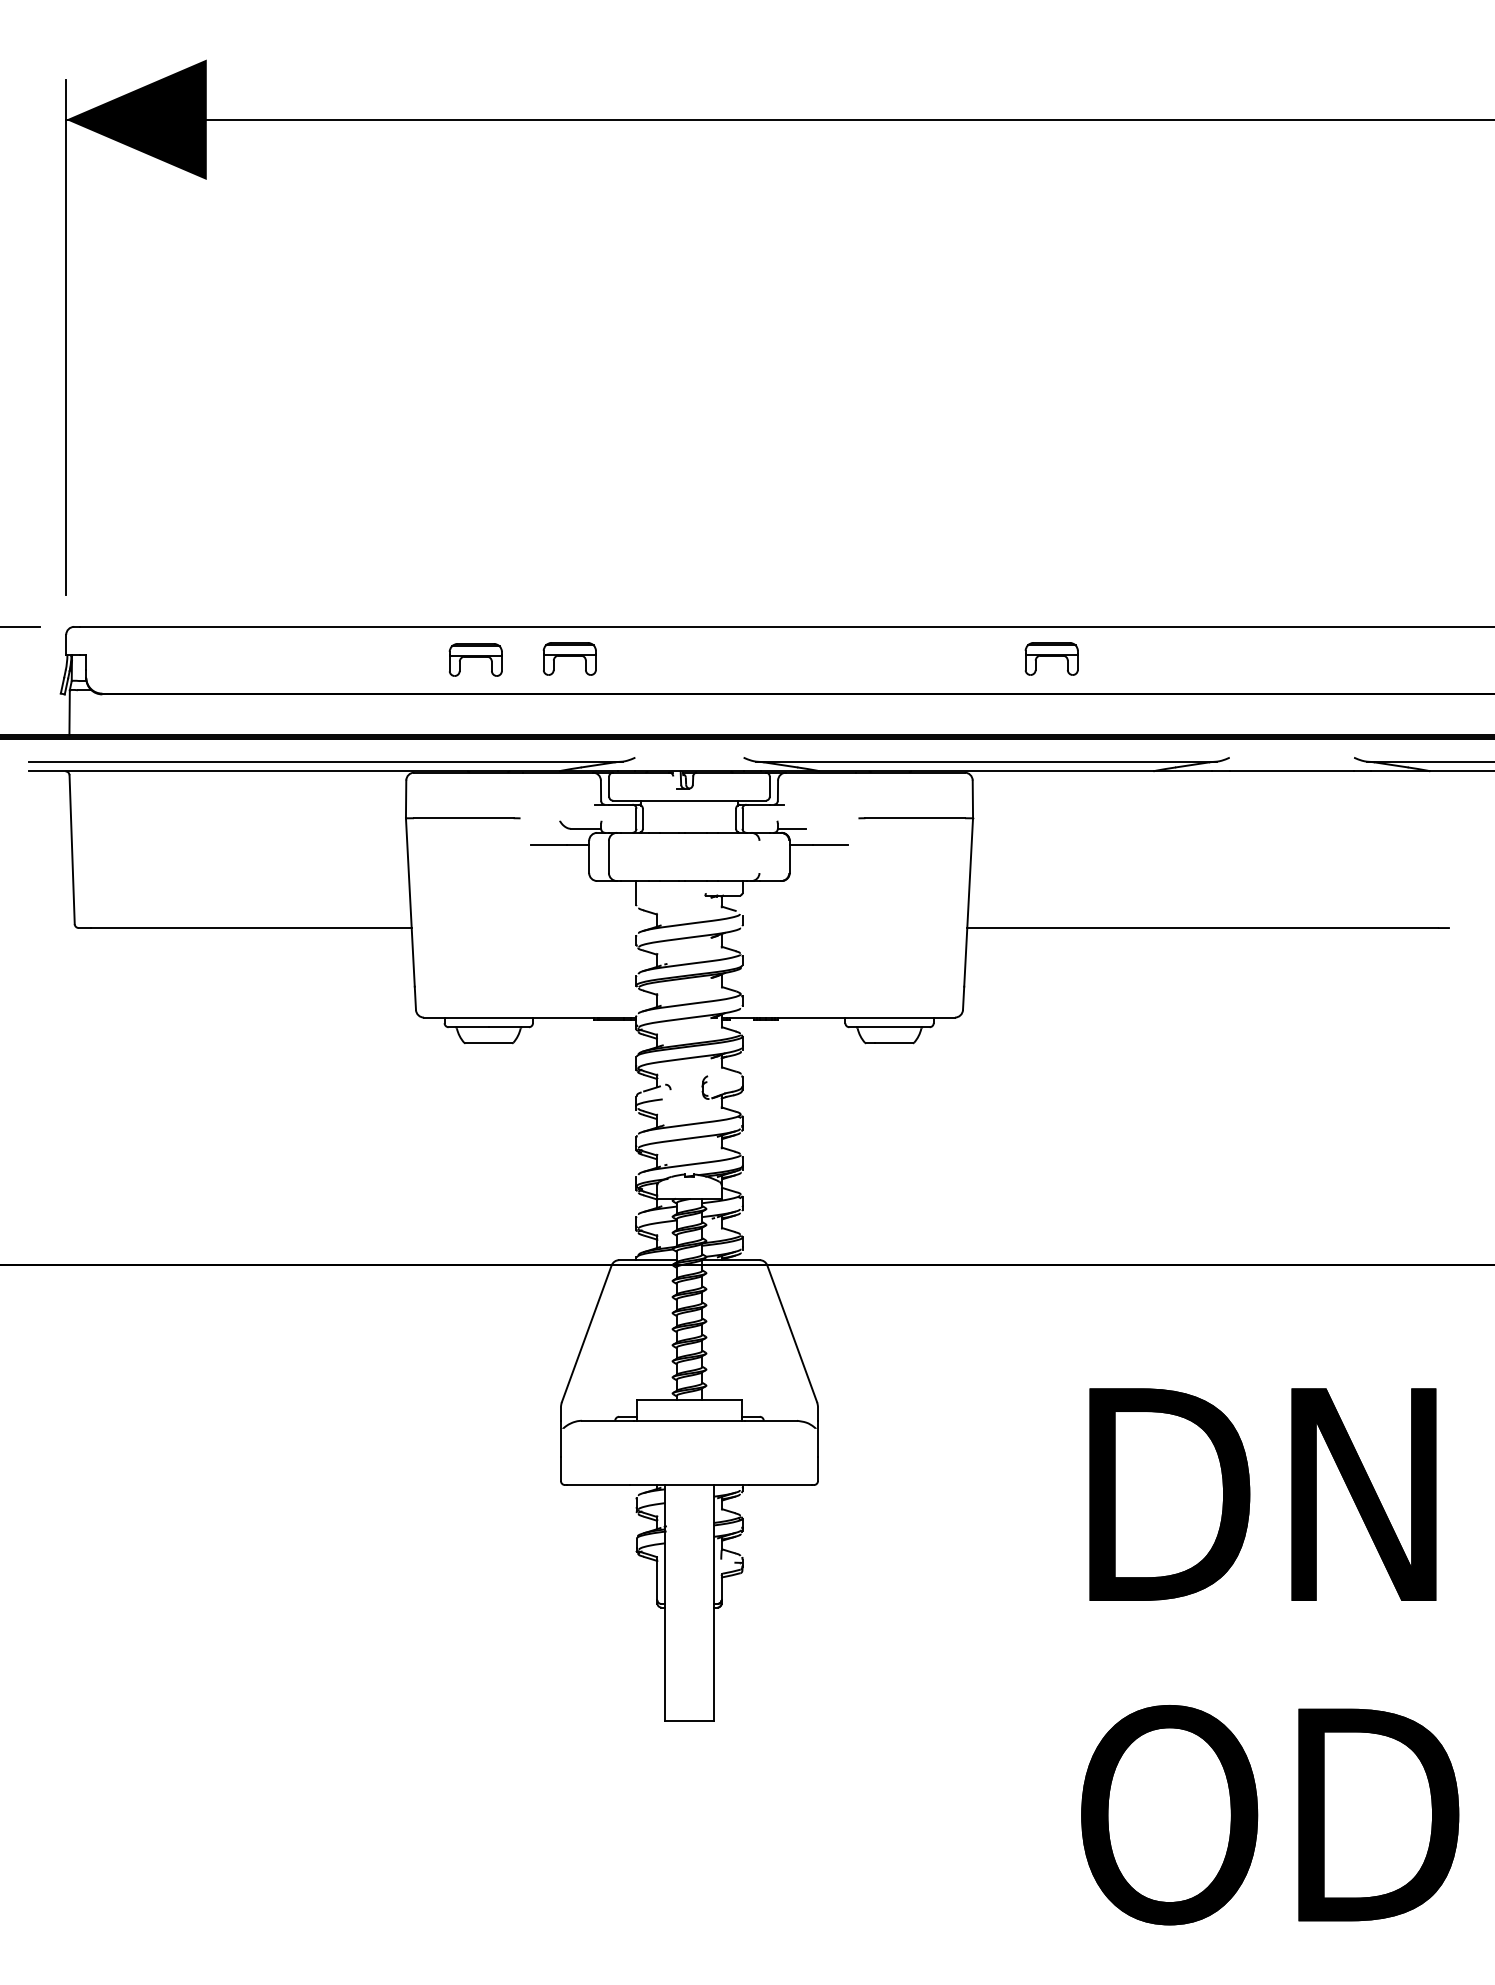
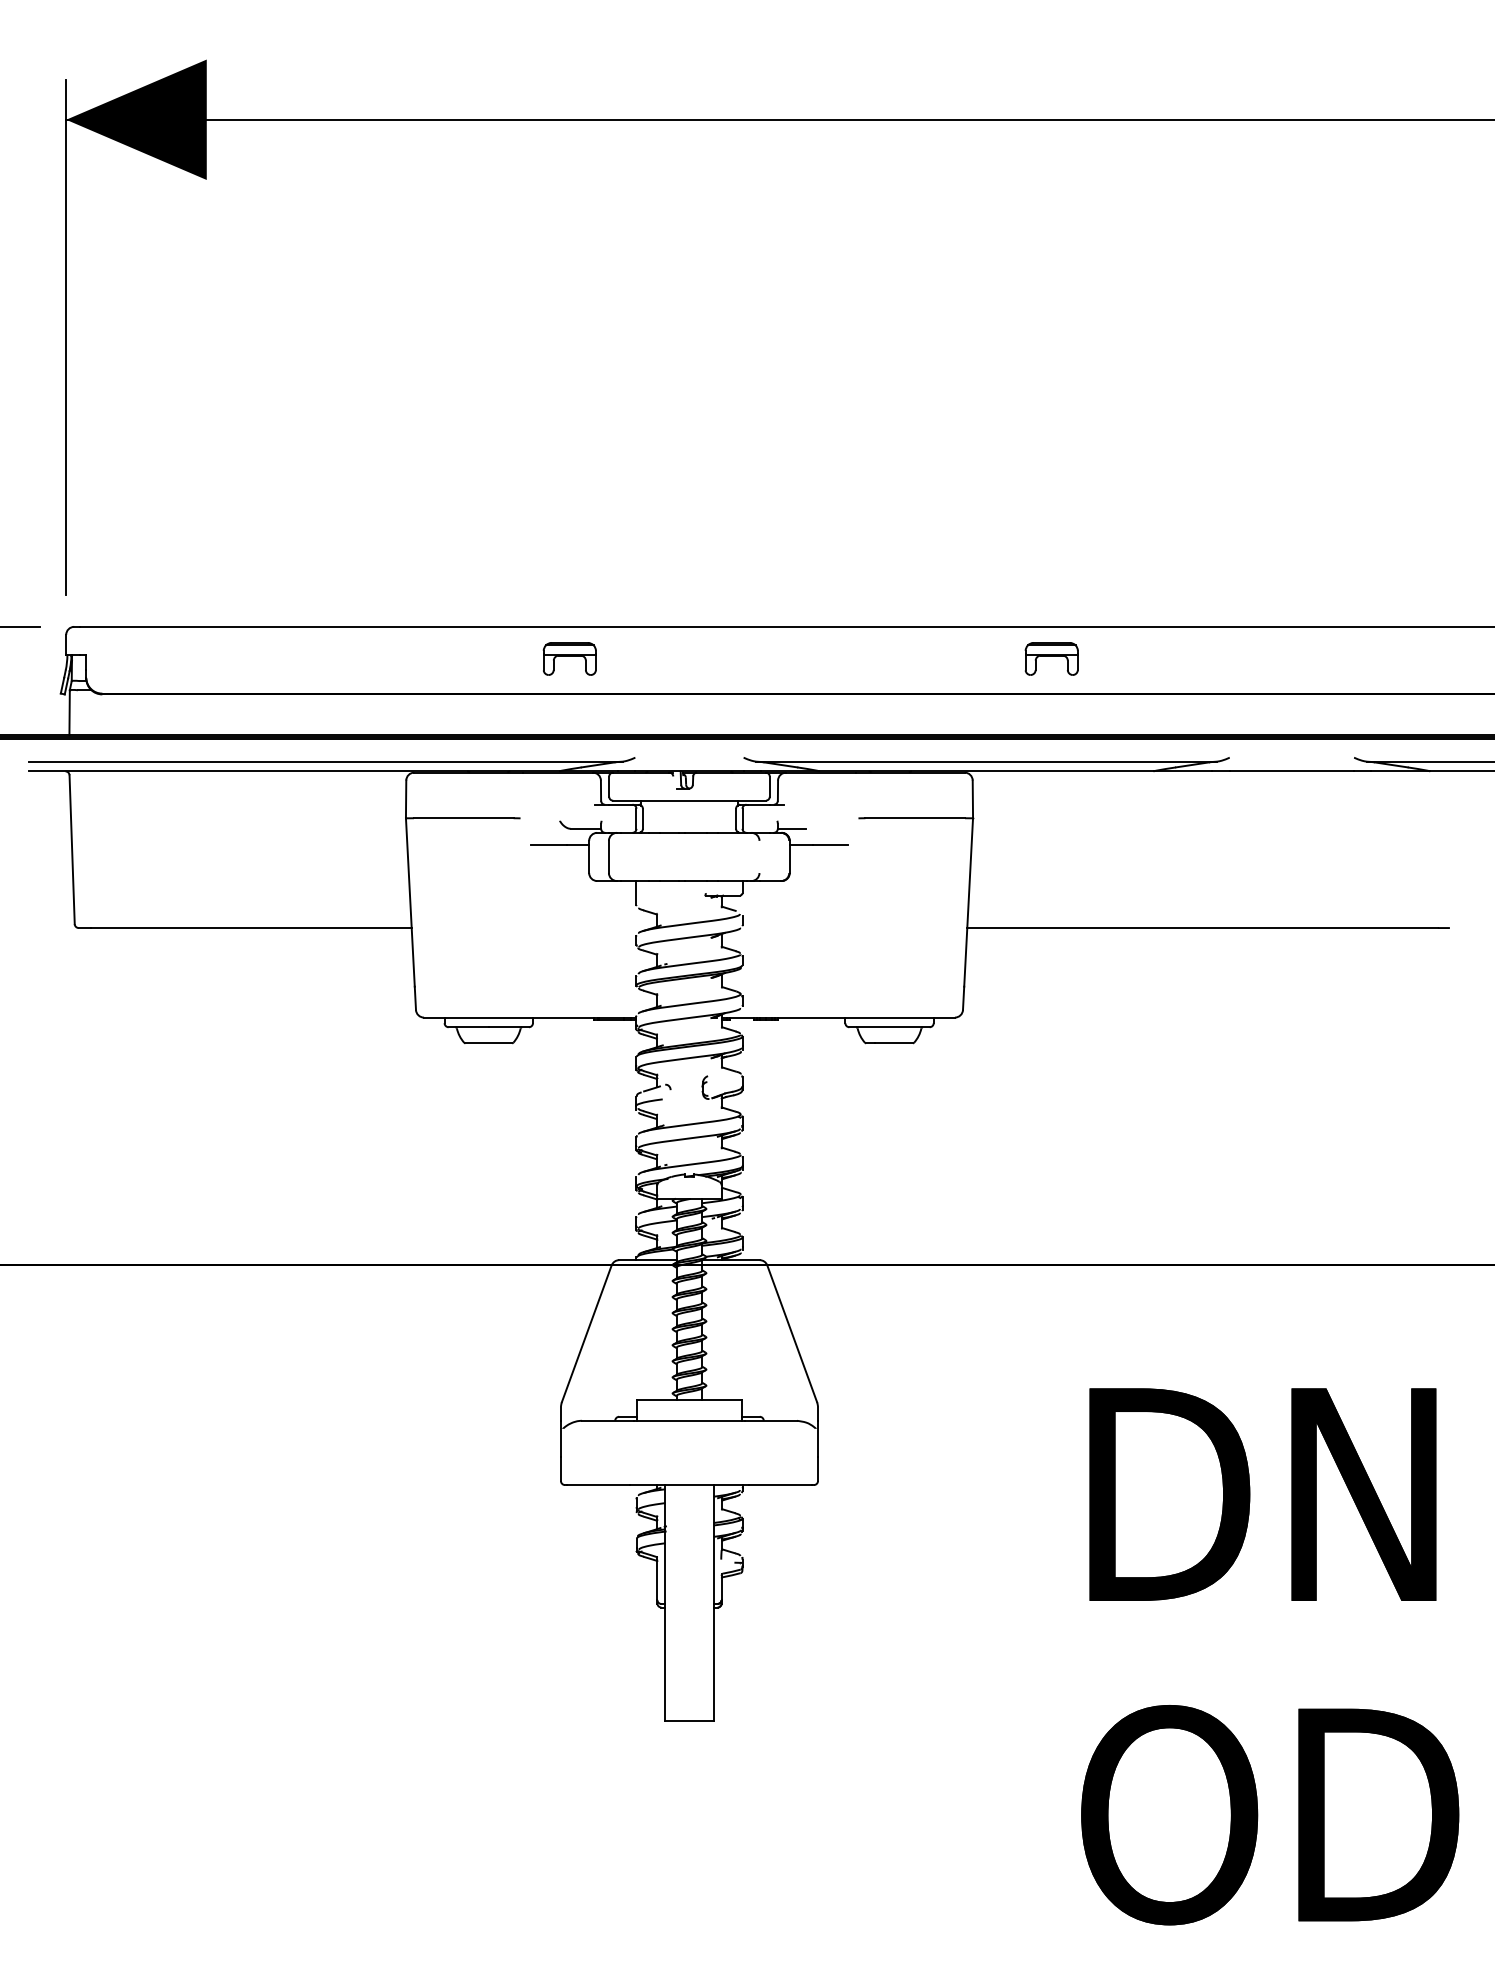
part at (475, 659): present -> none
